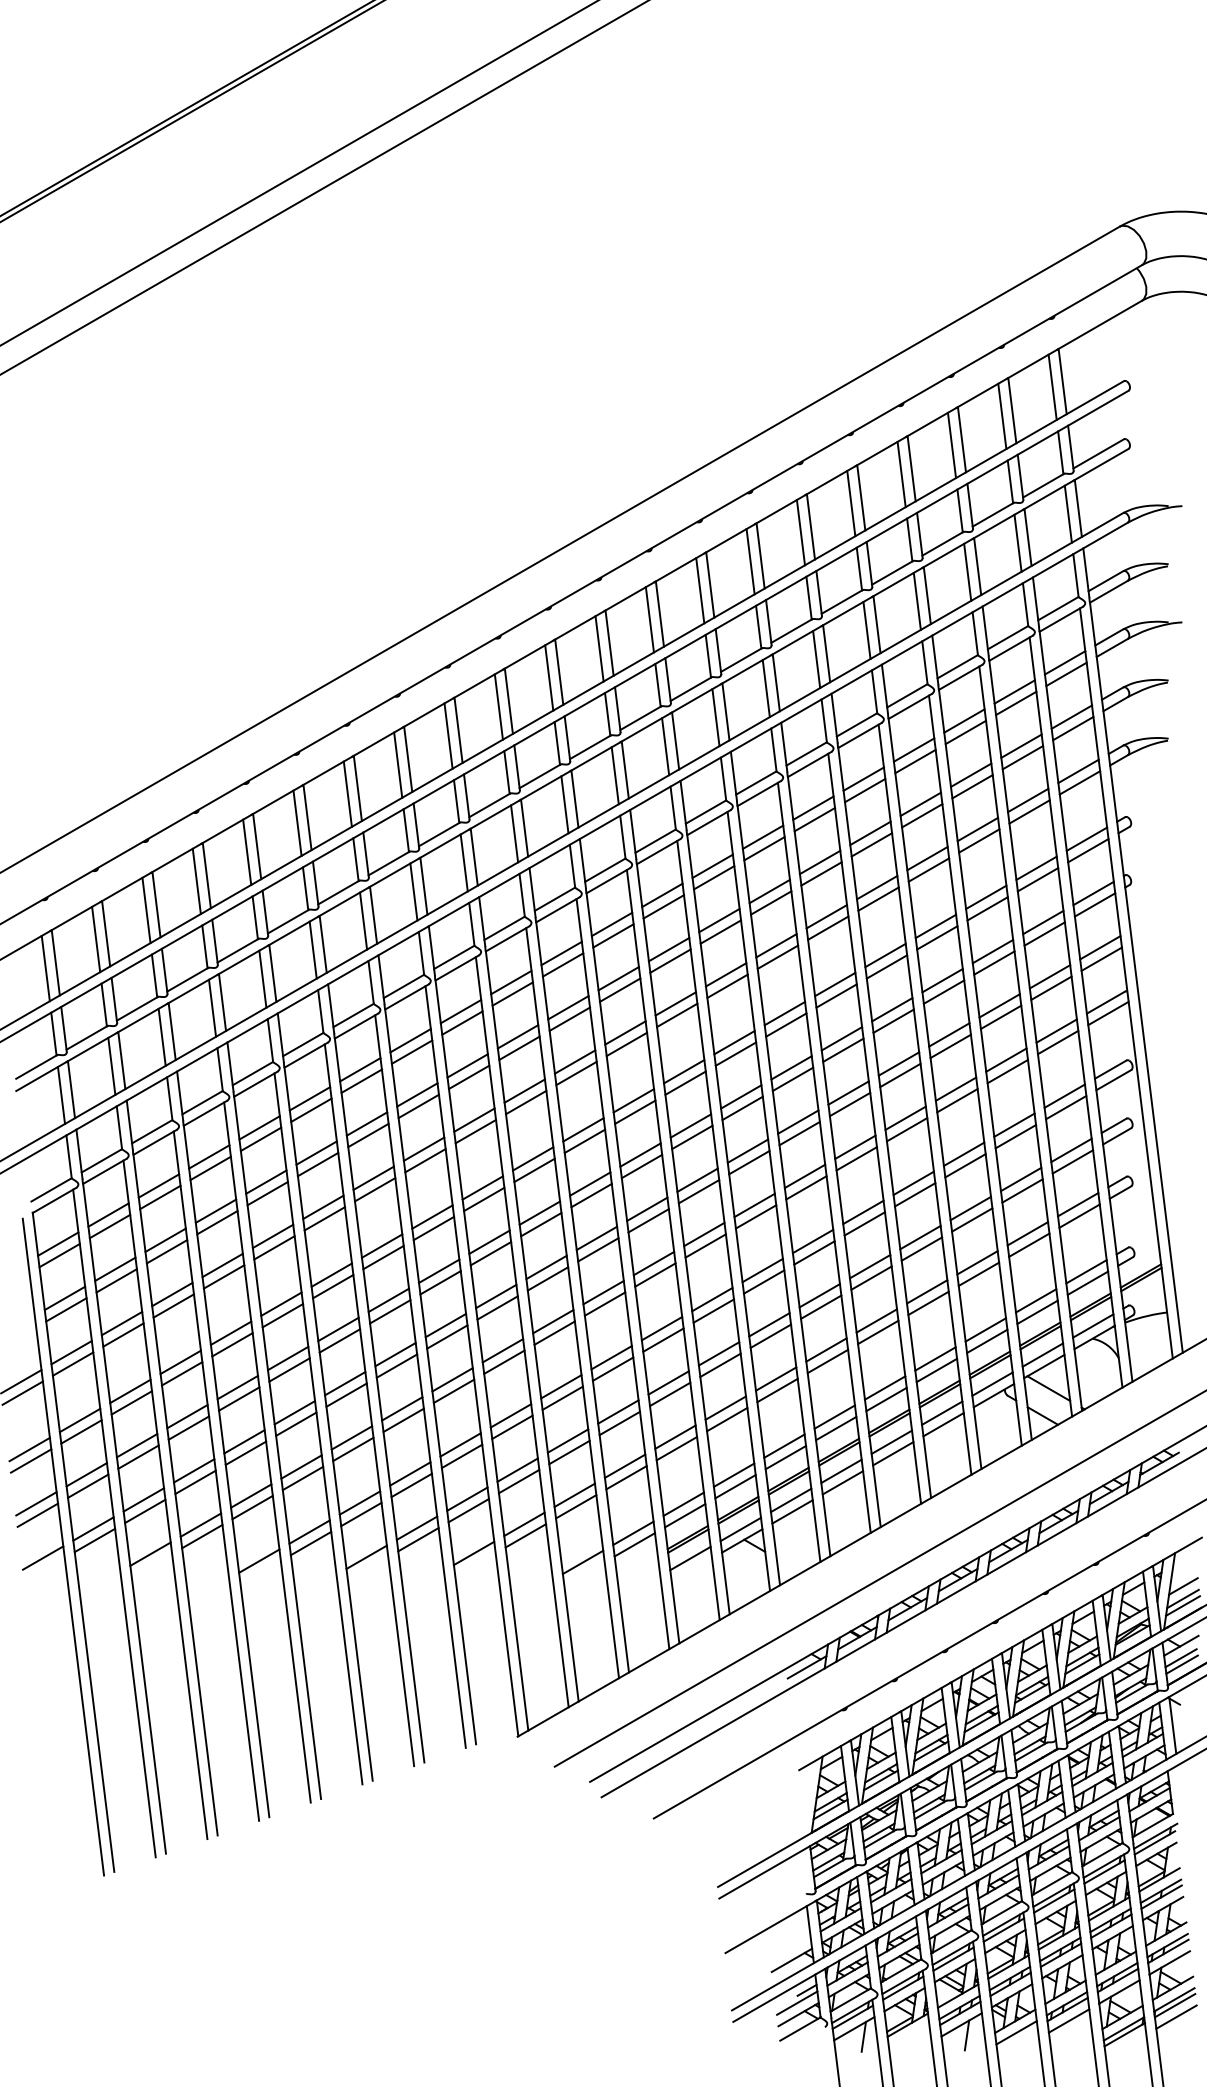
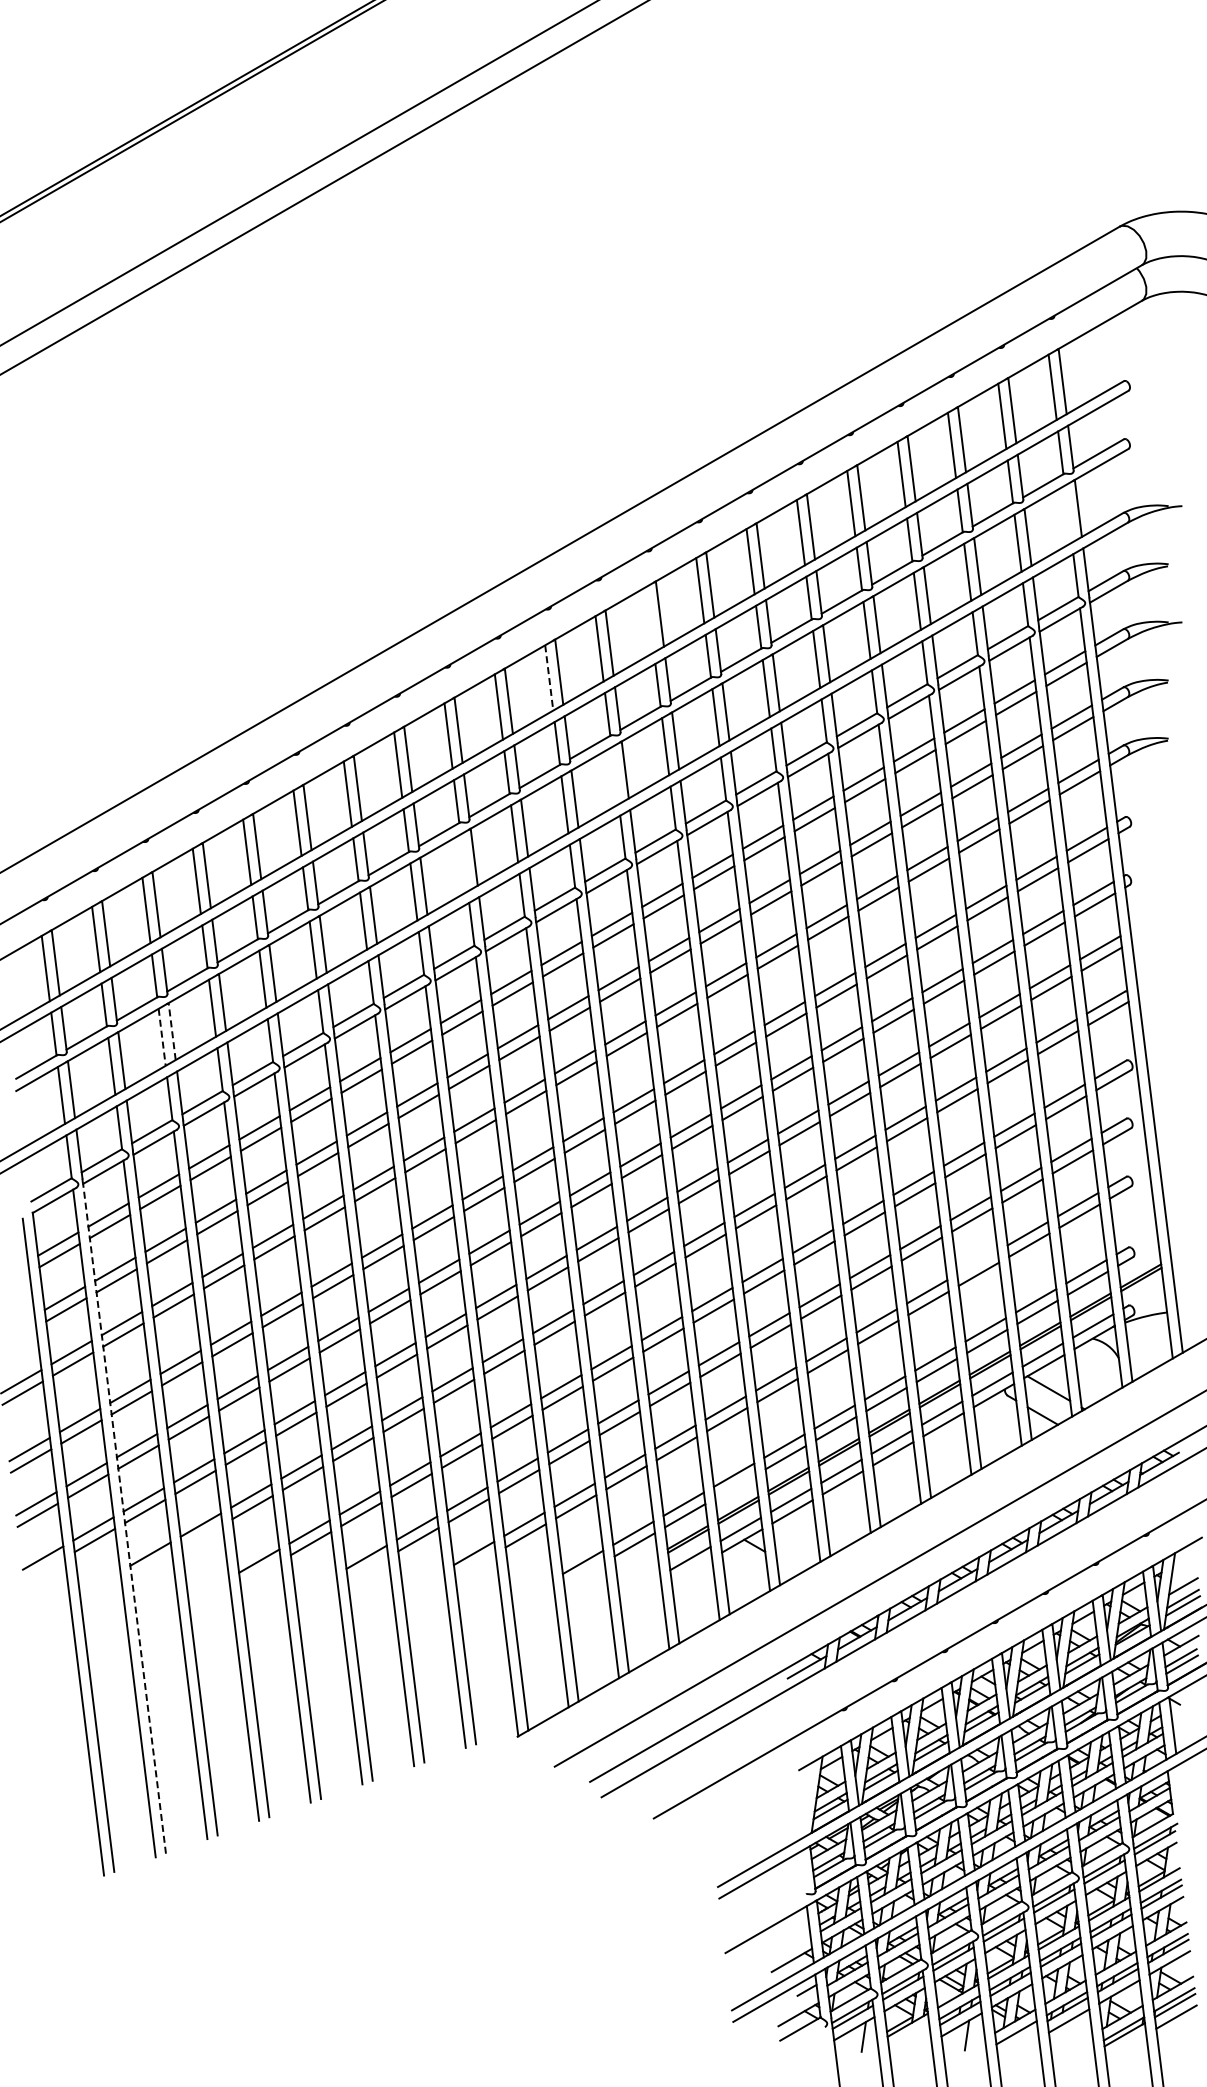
line at (1067, 513): present -> none
line at (649, 619): present -> none
line at (549, 677): solid -> dashed
line at (614, 775): present -> none
line at (463, 862): present -> none
line at (172, 1031): solid -> dashed
line at (162, 1037): solid -> dashed
line at (977, 1262): present -> none
line at (735, 1486): present -> none
line at (124, 1518): solid -> dashed
line at (202, 1536): present -> none
line at (797, 2002): present -> none
